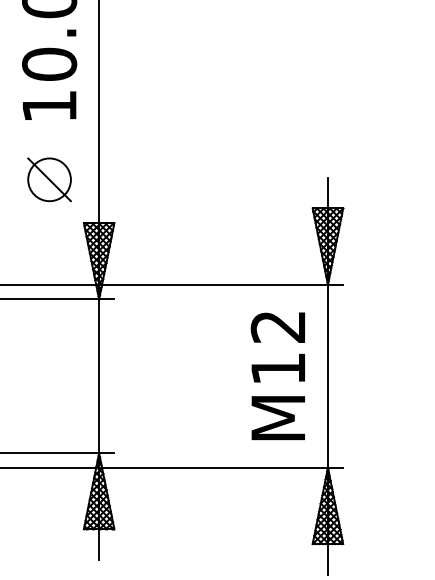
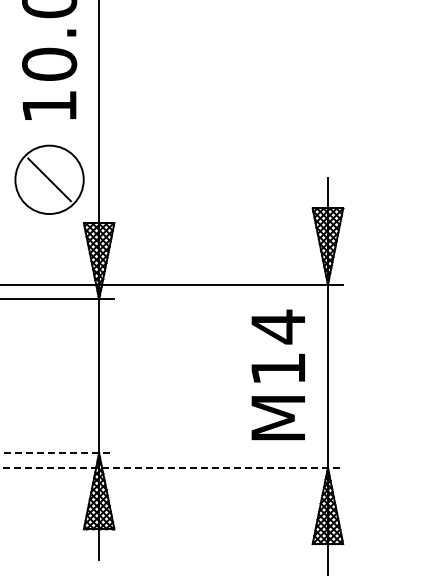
circle at (49, 179) diameter: 43 px -> 68 px
text at (277, 326): M12 -> M14
line at (57, 453): solid -> dashed
line at (172, 467): solid -> dashed
